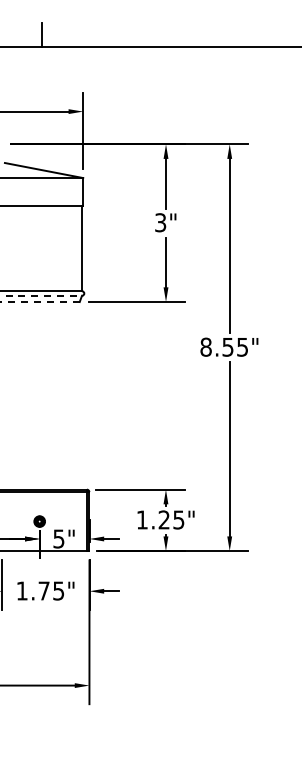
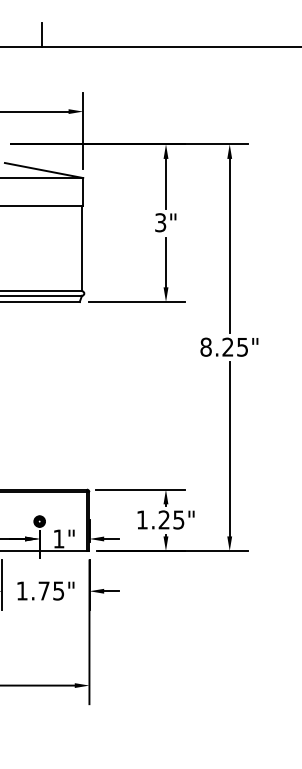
line at (41, 295): dashed -> solid
line at (40, 301): dashed -> solid
text at (227, 346): 8.55" -> 8.25"
text at (58, 538): 5" -> 1"
